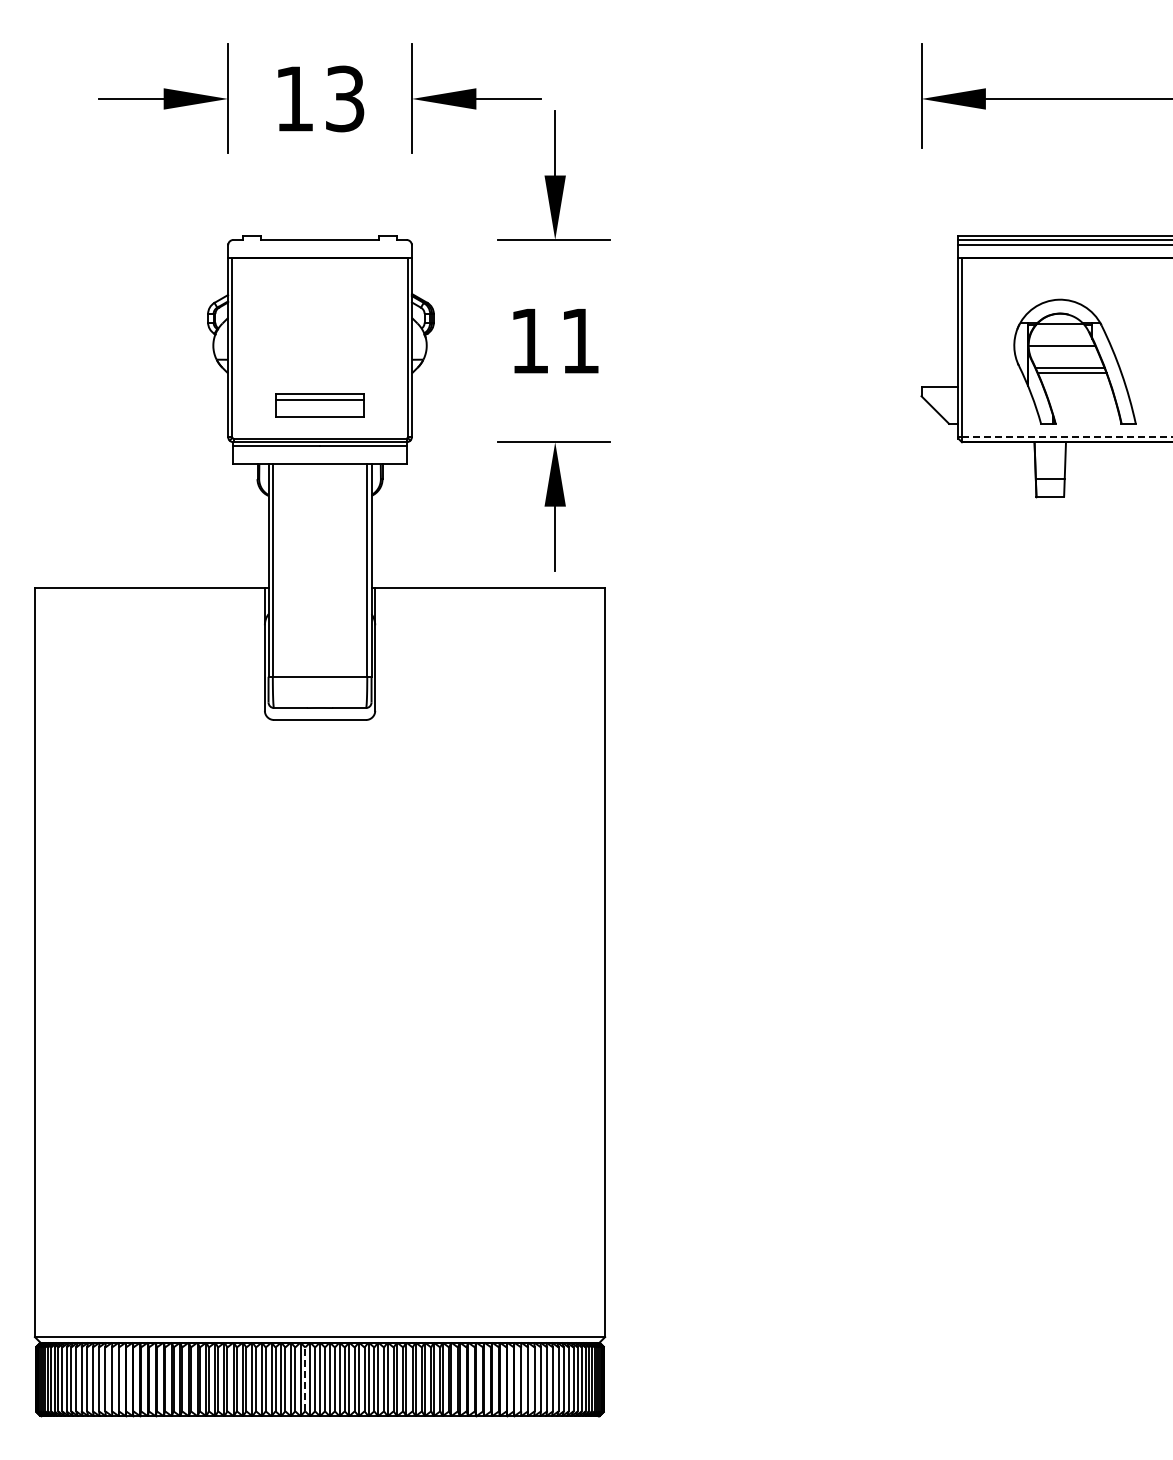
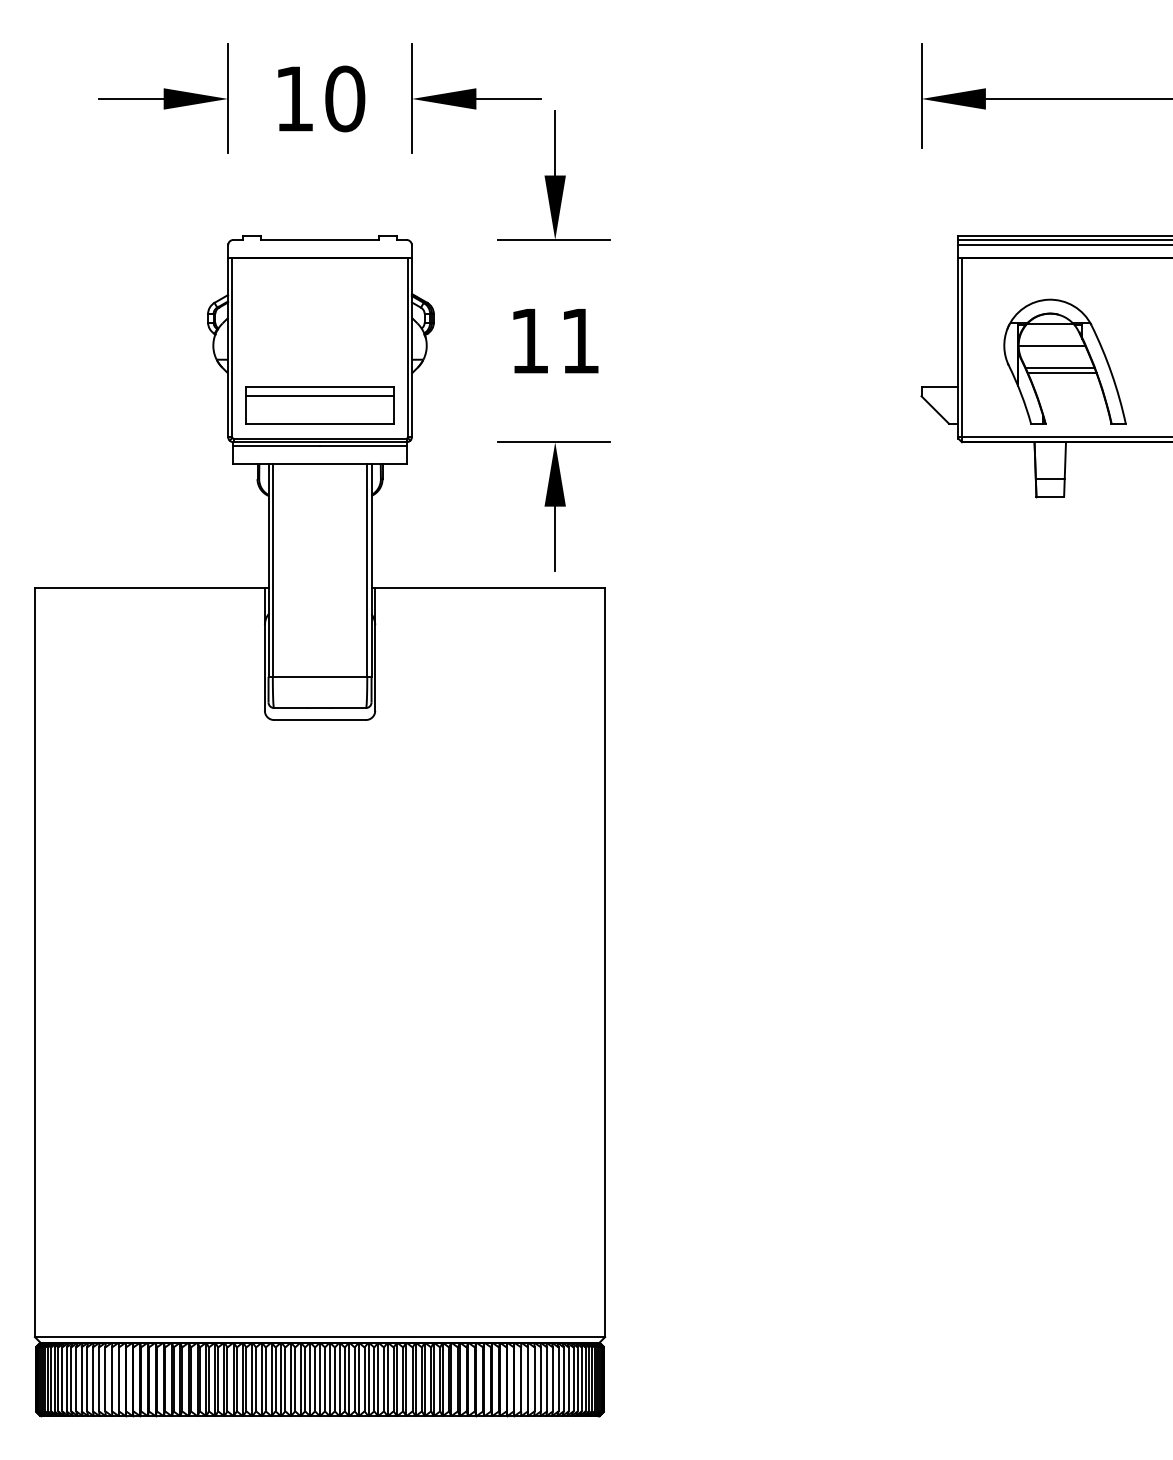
text at (345, 98): 13 -> 10
part at (1074, 361) position: (1074, 361) -> (1064, 361)
part at (319, 405) size: 90x25 px -> 150x39 px
line at (1067, 436): dashed -> solid
line at (305, 1379): dashed -> solid
